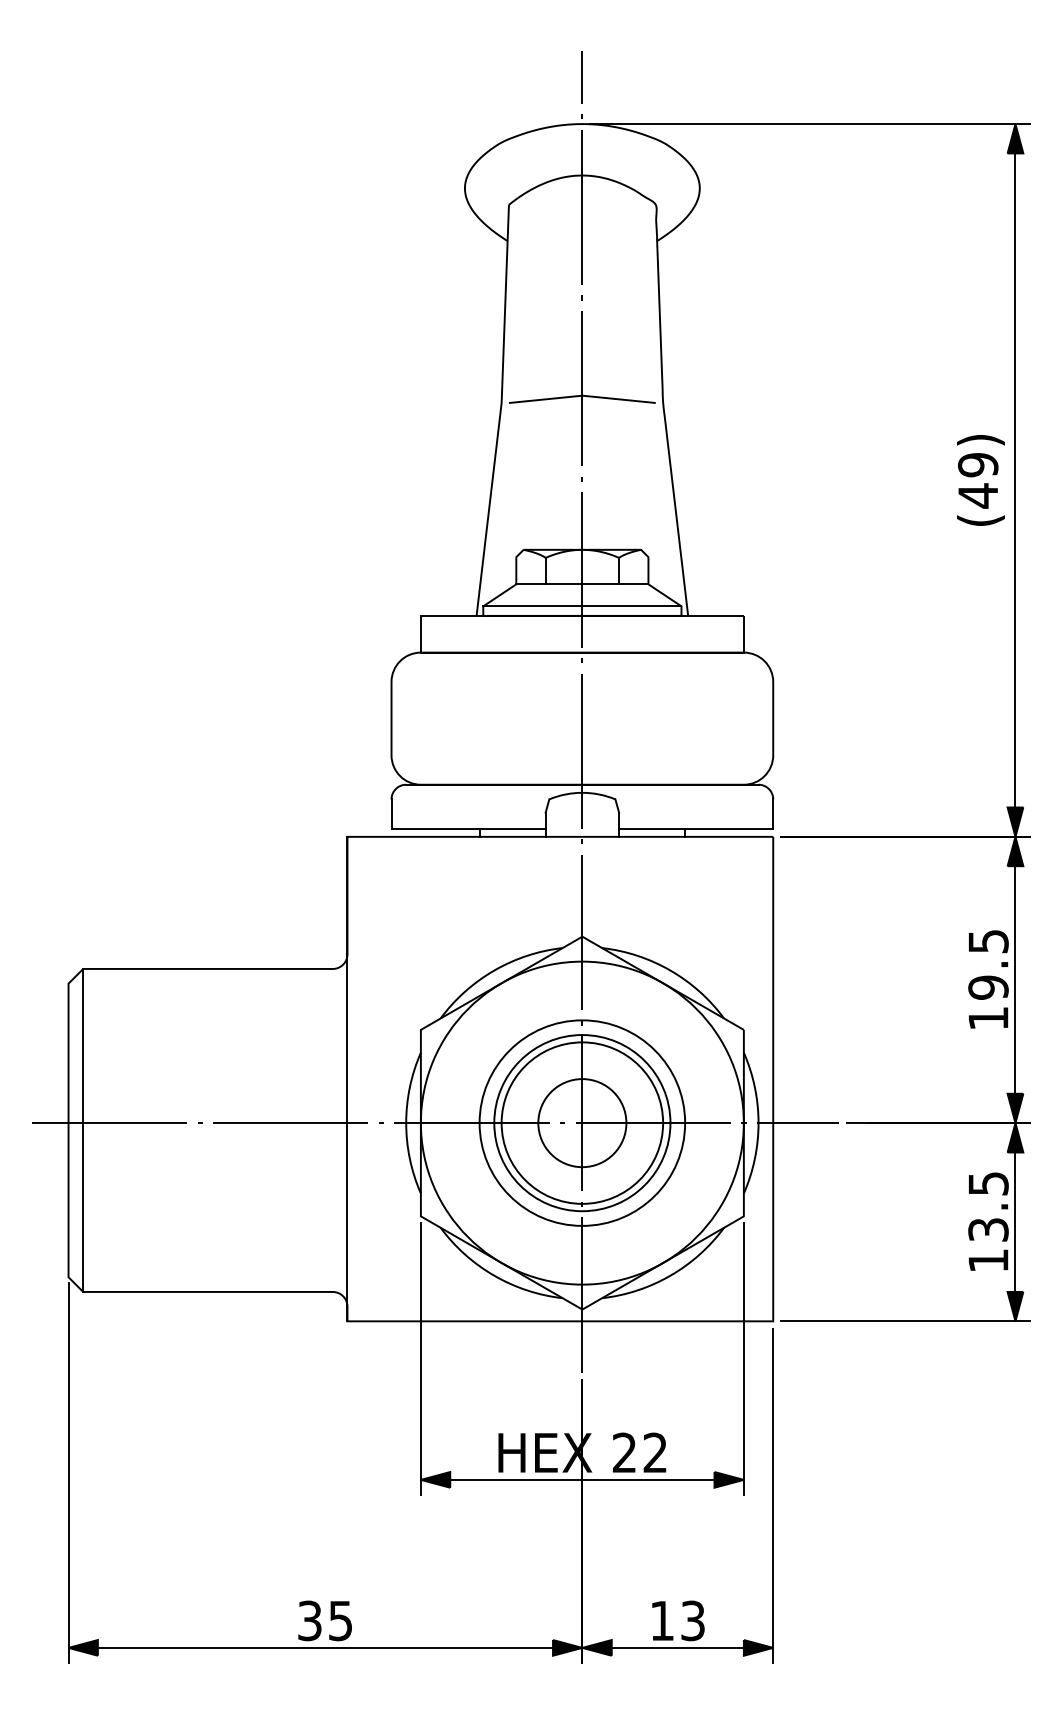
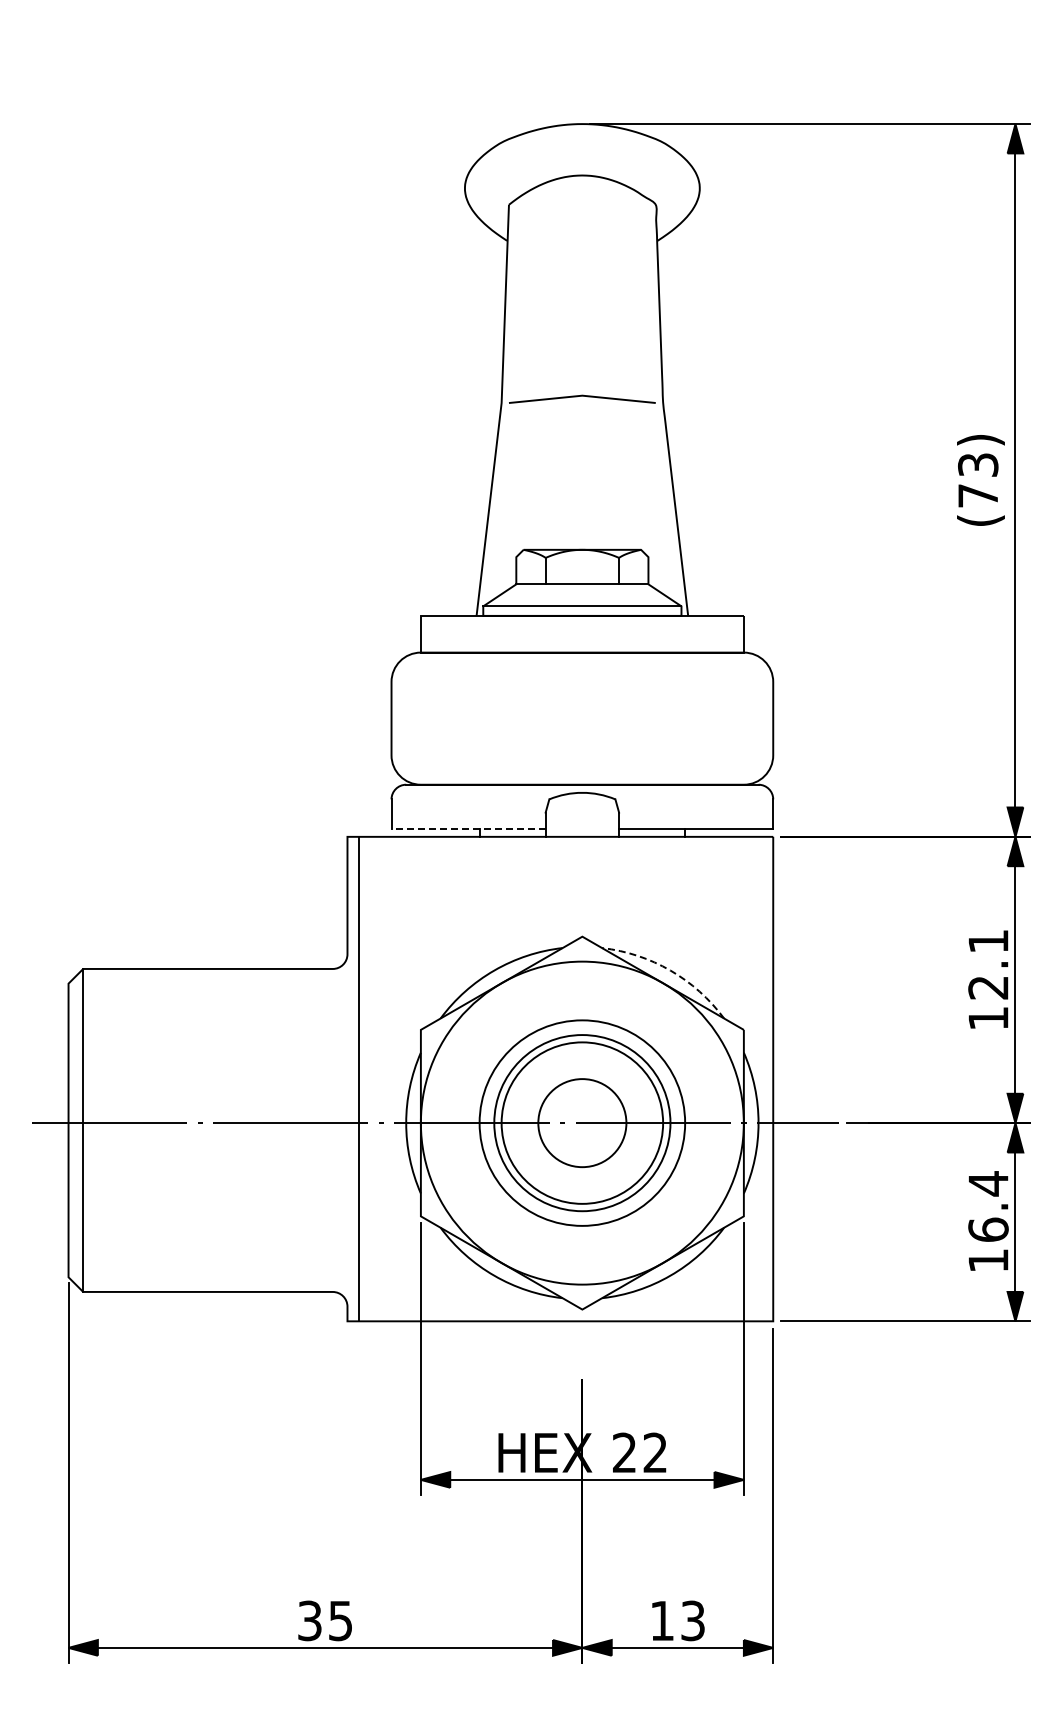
text at (978, 480): (49) -> (73)
line at (582, 711): present -> none
line at (468, 828): solid -> dashed
text at (988, 964): 19.5 -> 12.1
arc at (670, 970): solid -> dashed
line at (347, 1078) position: (347, 1078) -> (359, 1078)
text at (988, 1206): 13.5 -> 16.4
